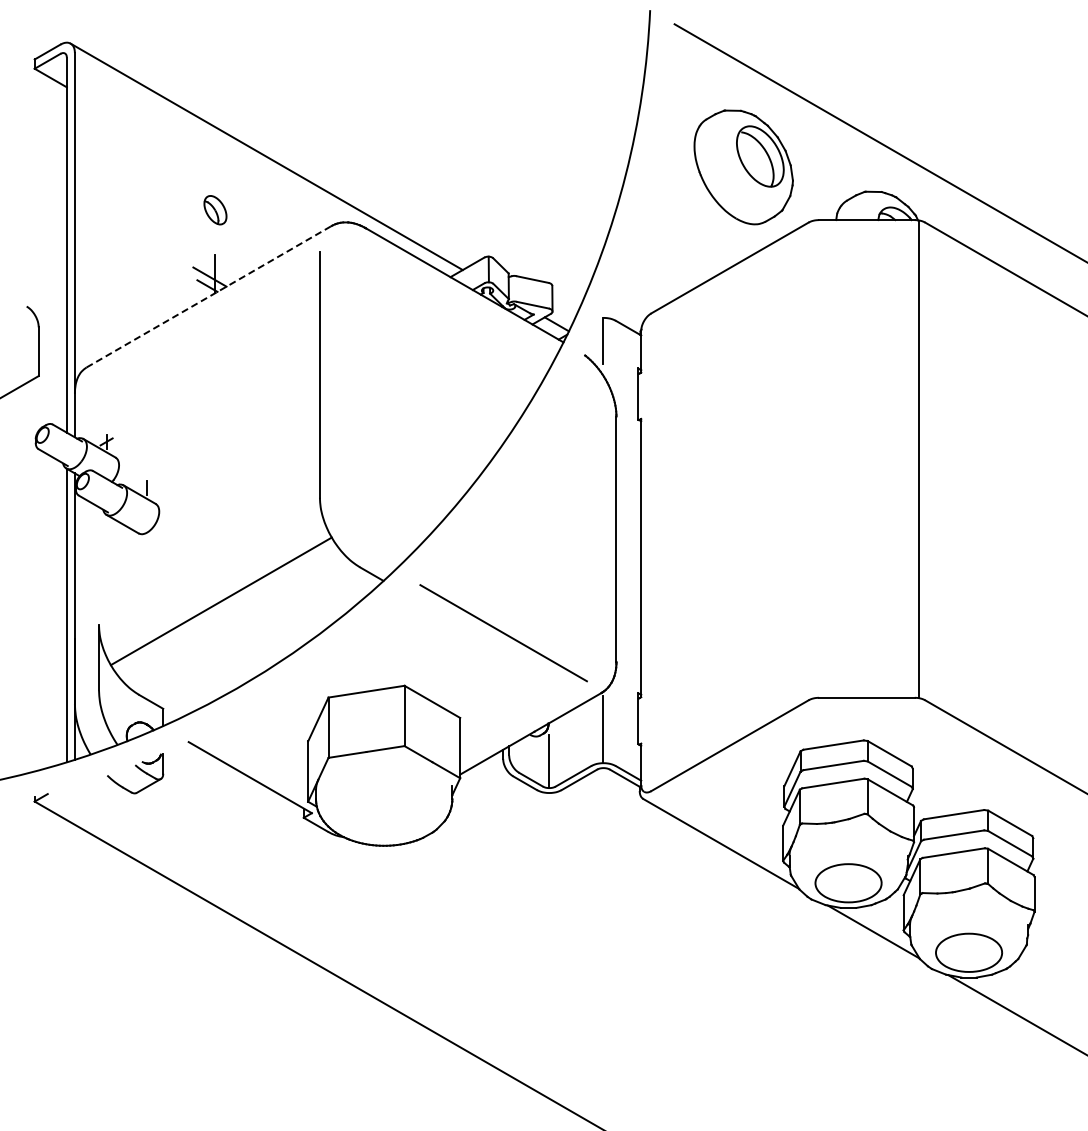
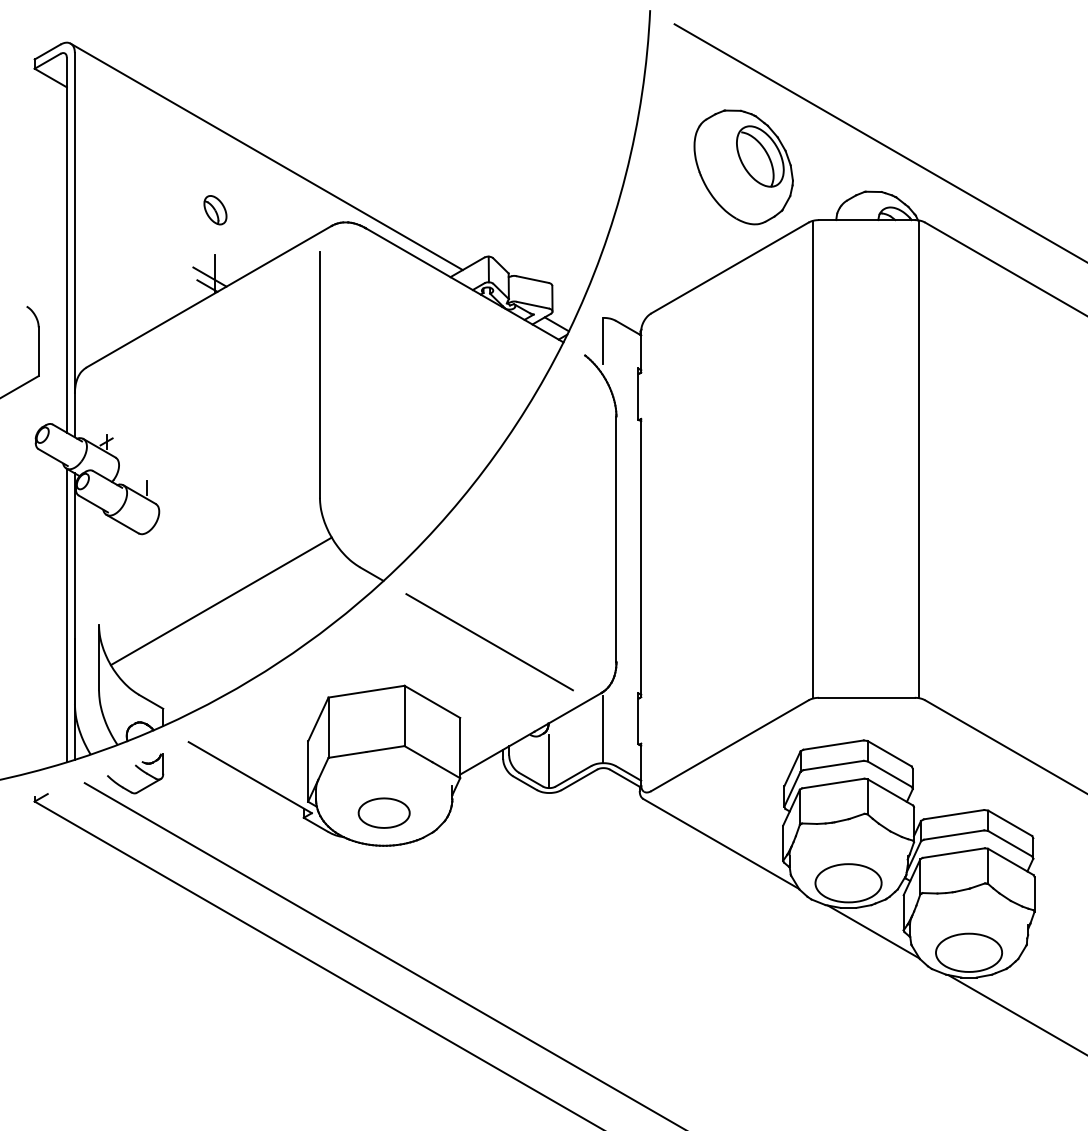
line at (209, 296): dashed -> solid
line at (813, 459): none -> present
line at (503, 633) position: (503, 633) -> (489, 642)
part at (383, 812): none -> present
line at (382, 955): none -> present
